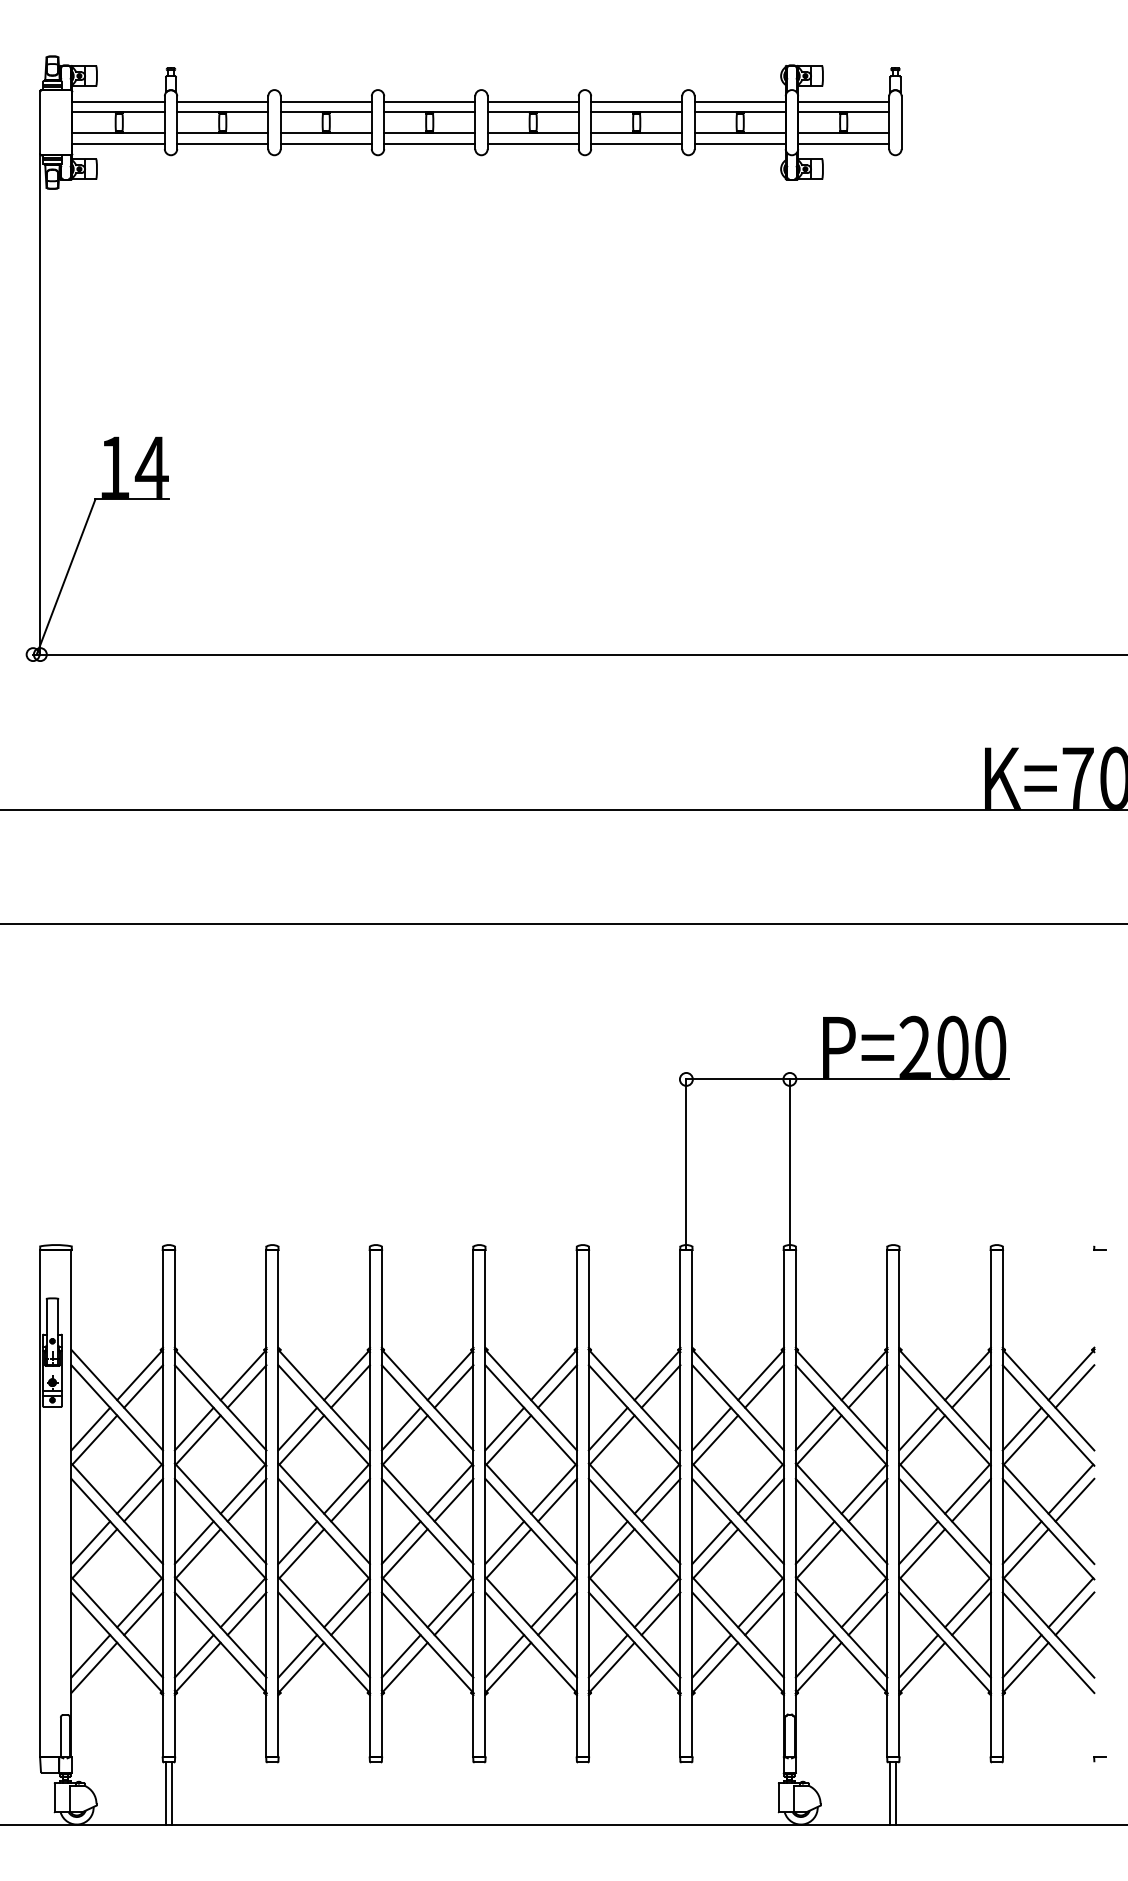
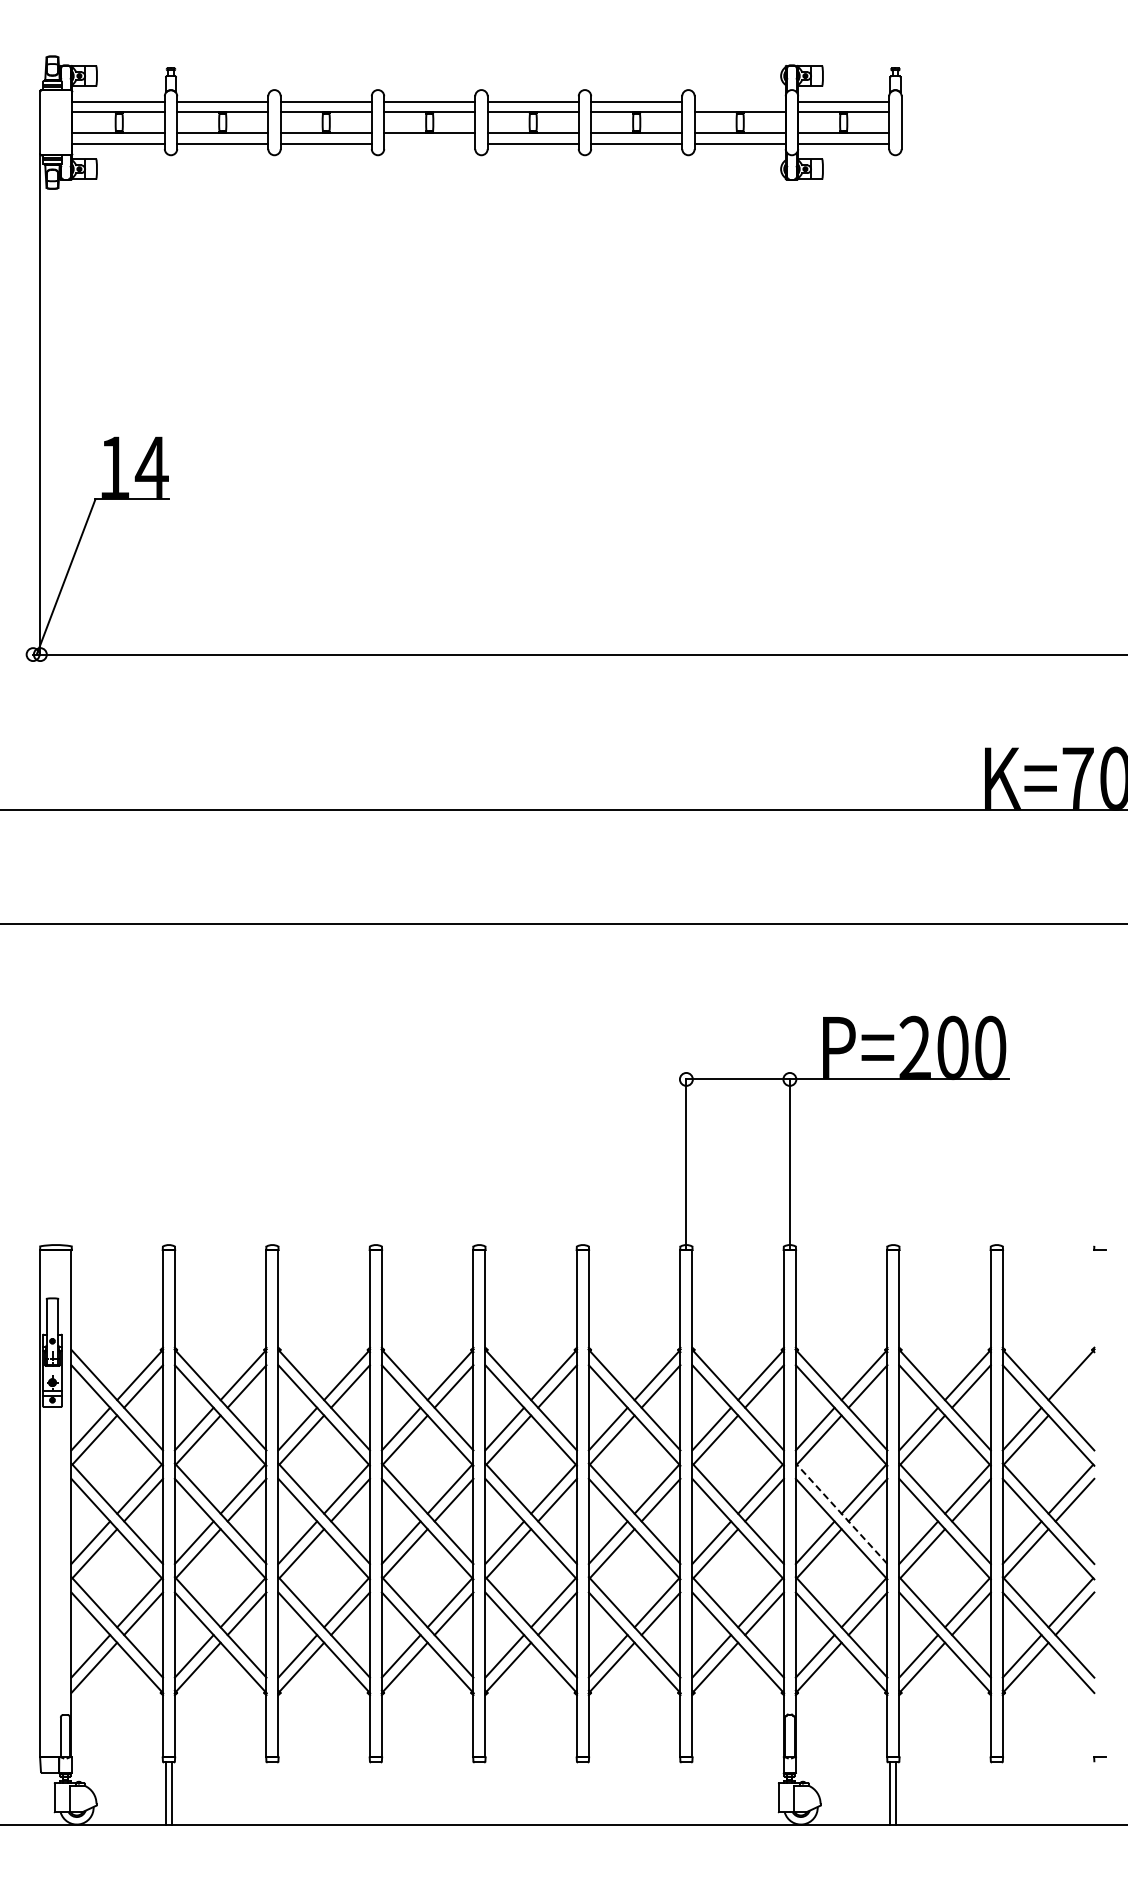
line at (739, 101): present -> none
line at (429, 143): present -> none
line at (1074, 1386): present -> none
line at (841, 1513): solid -> dashed
